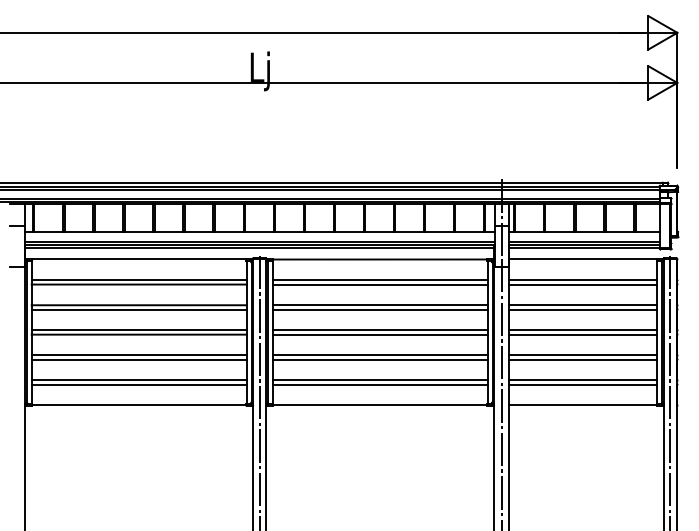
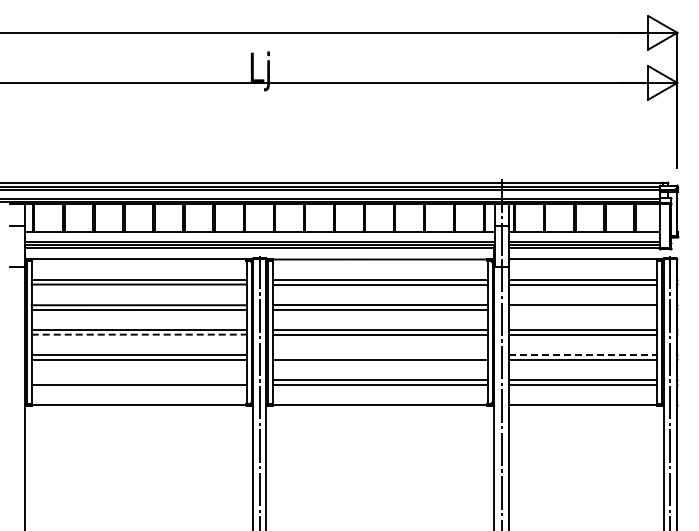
line at (583, 309): present -> none
line at (139, 334): solid -> dashed
line at (379, 355): present -> none
line at (583, 355): solid -> dashed
line at (138, 380): present -> none
